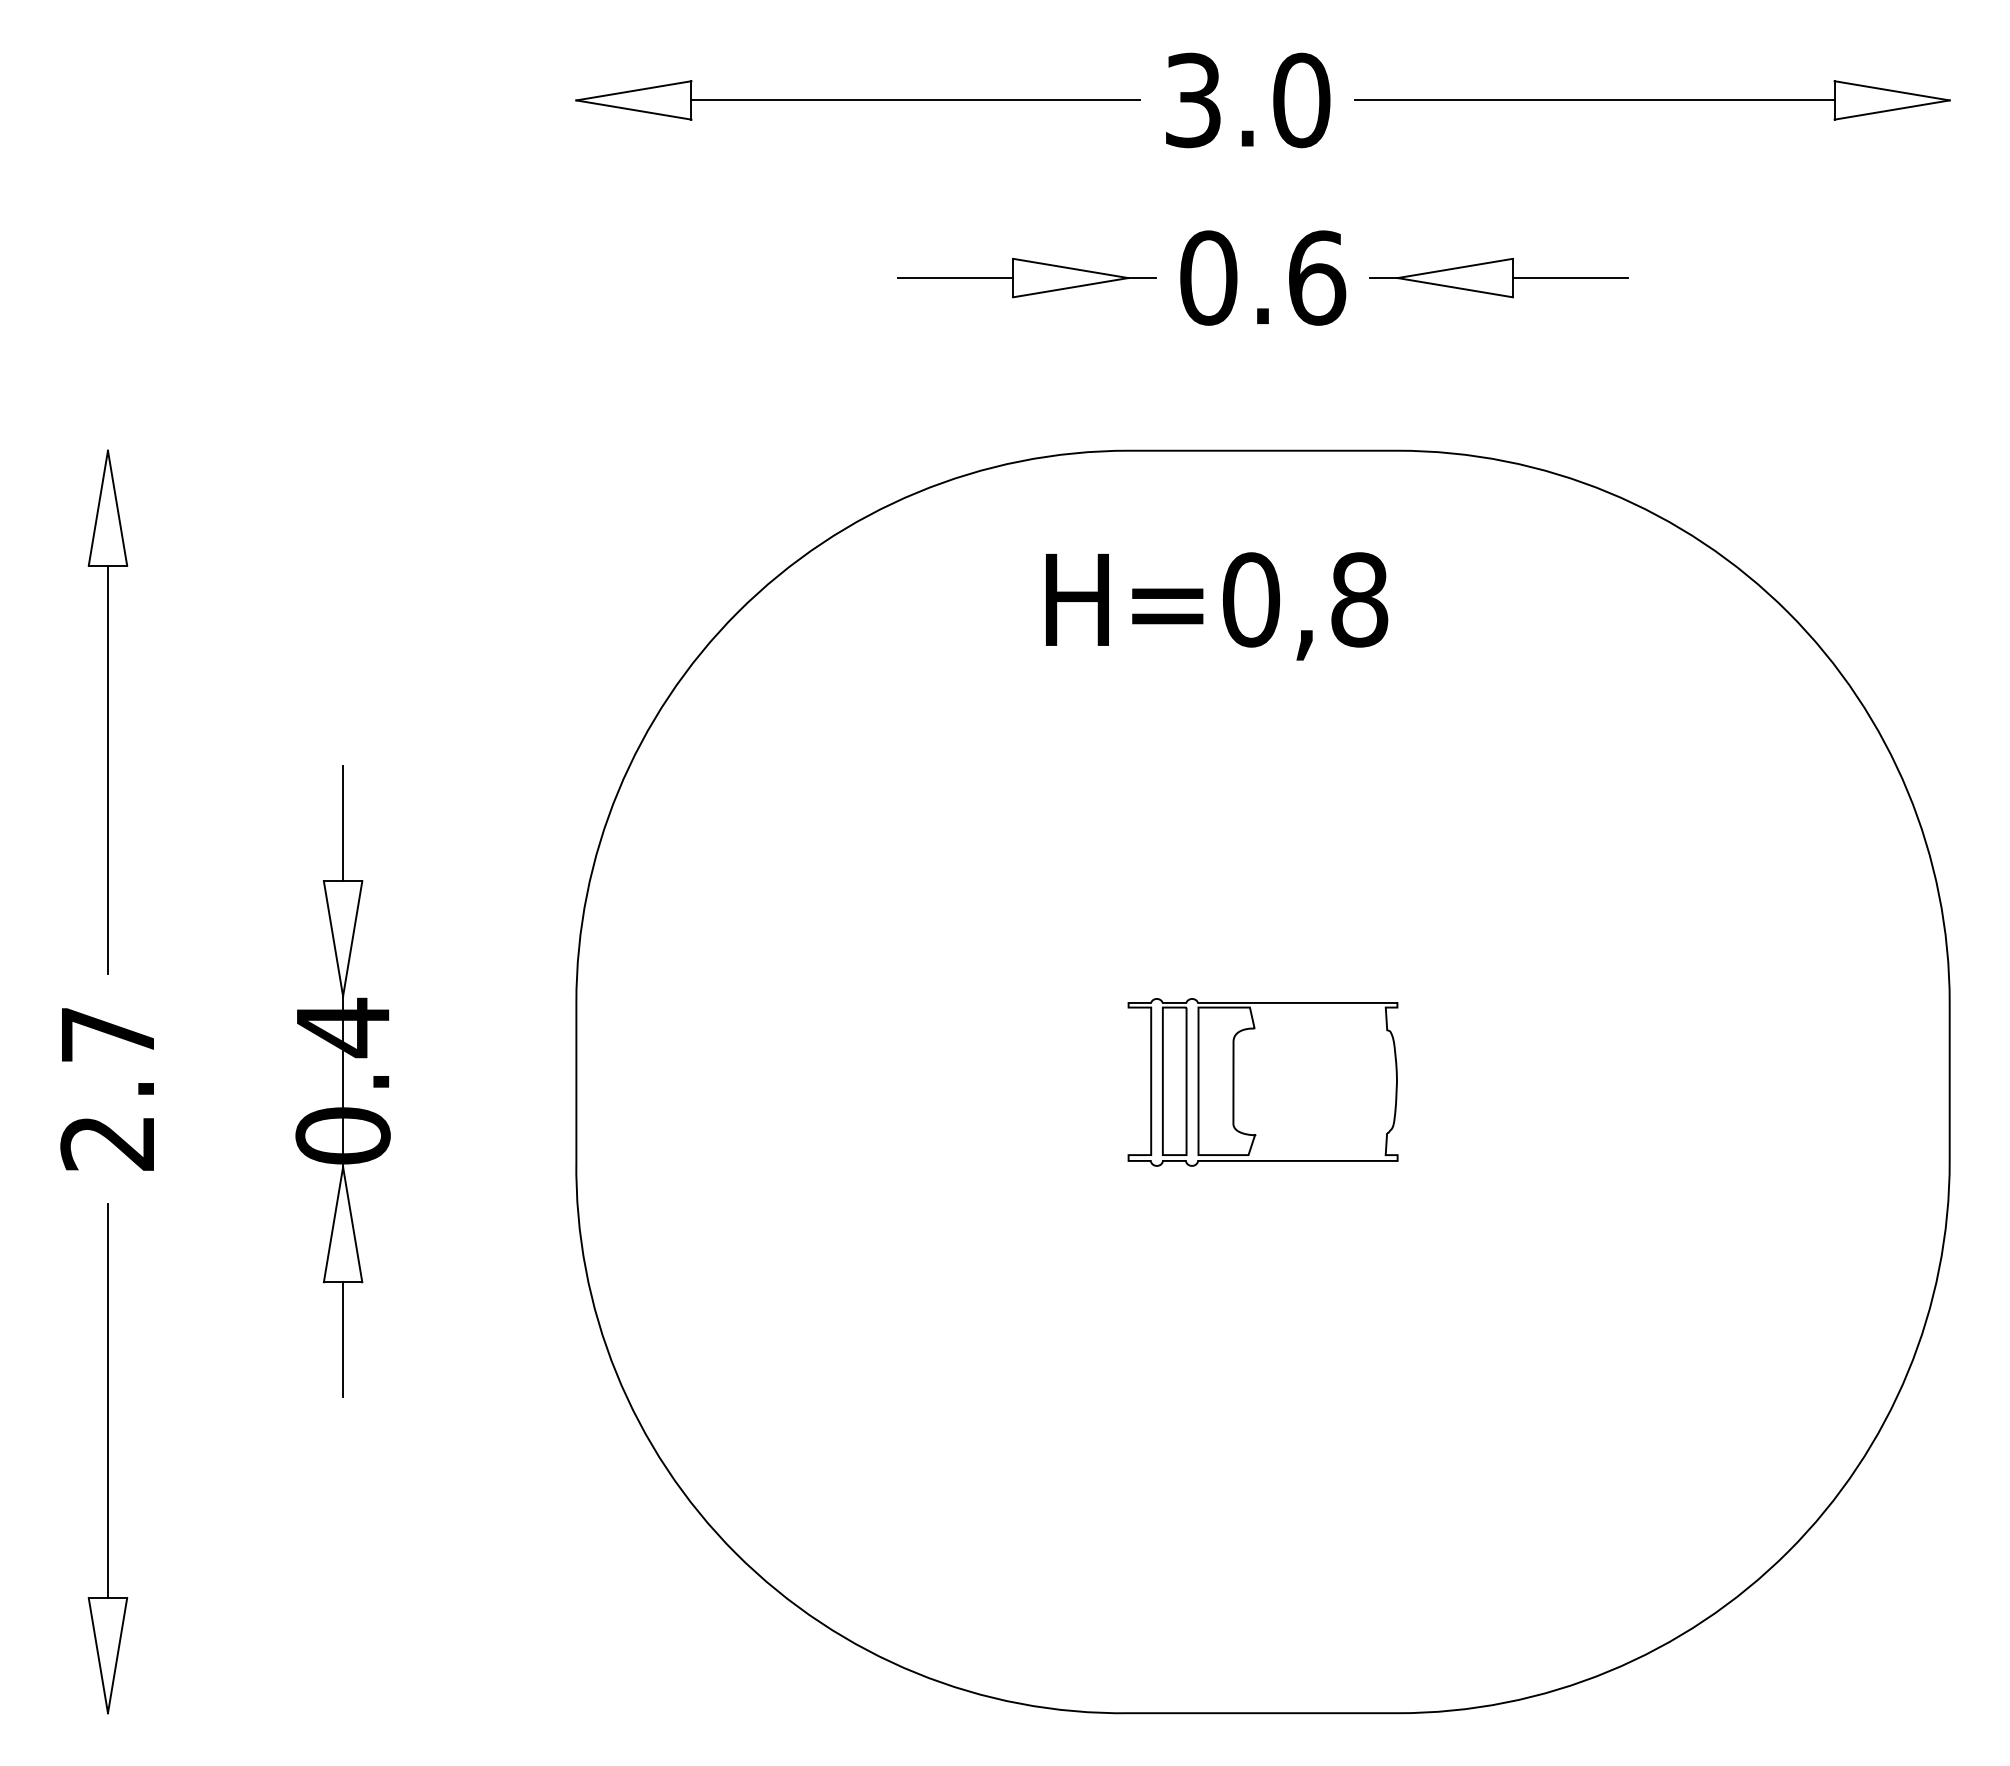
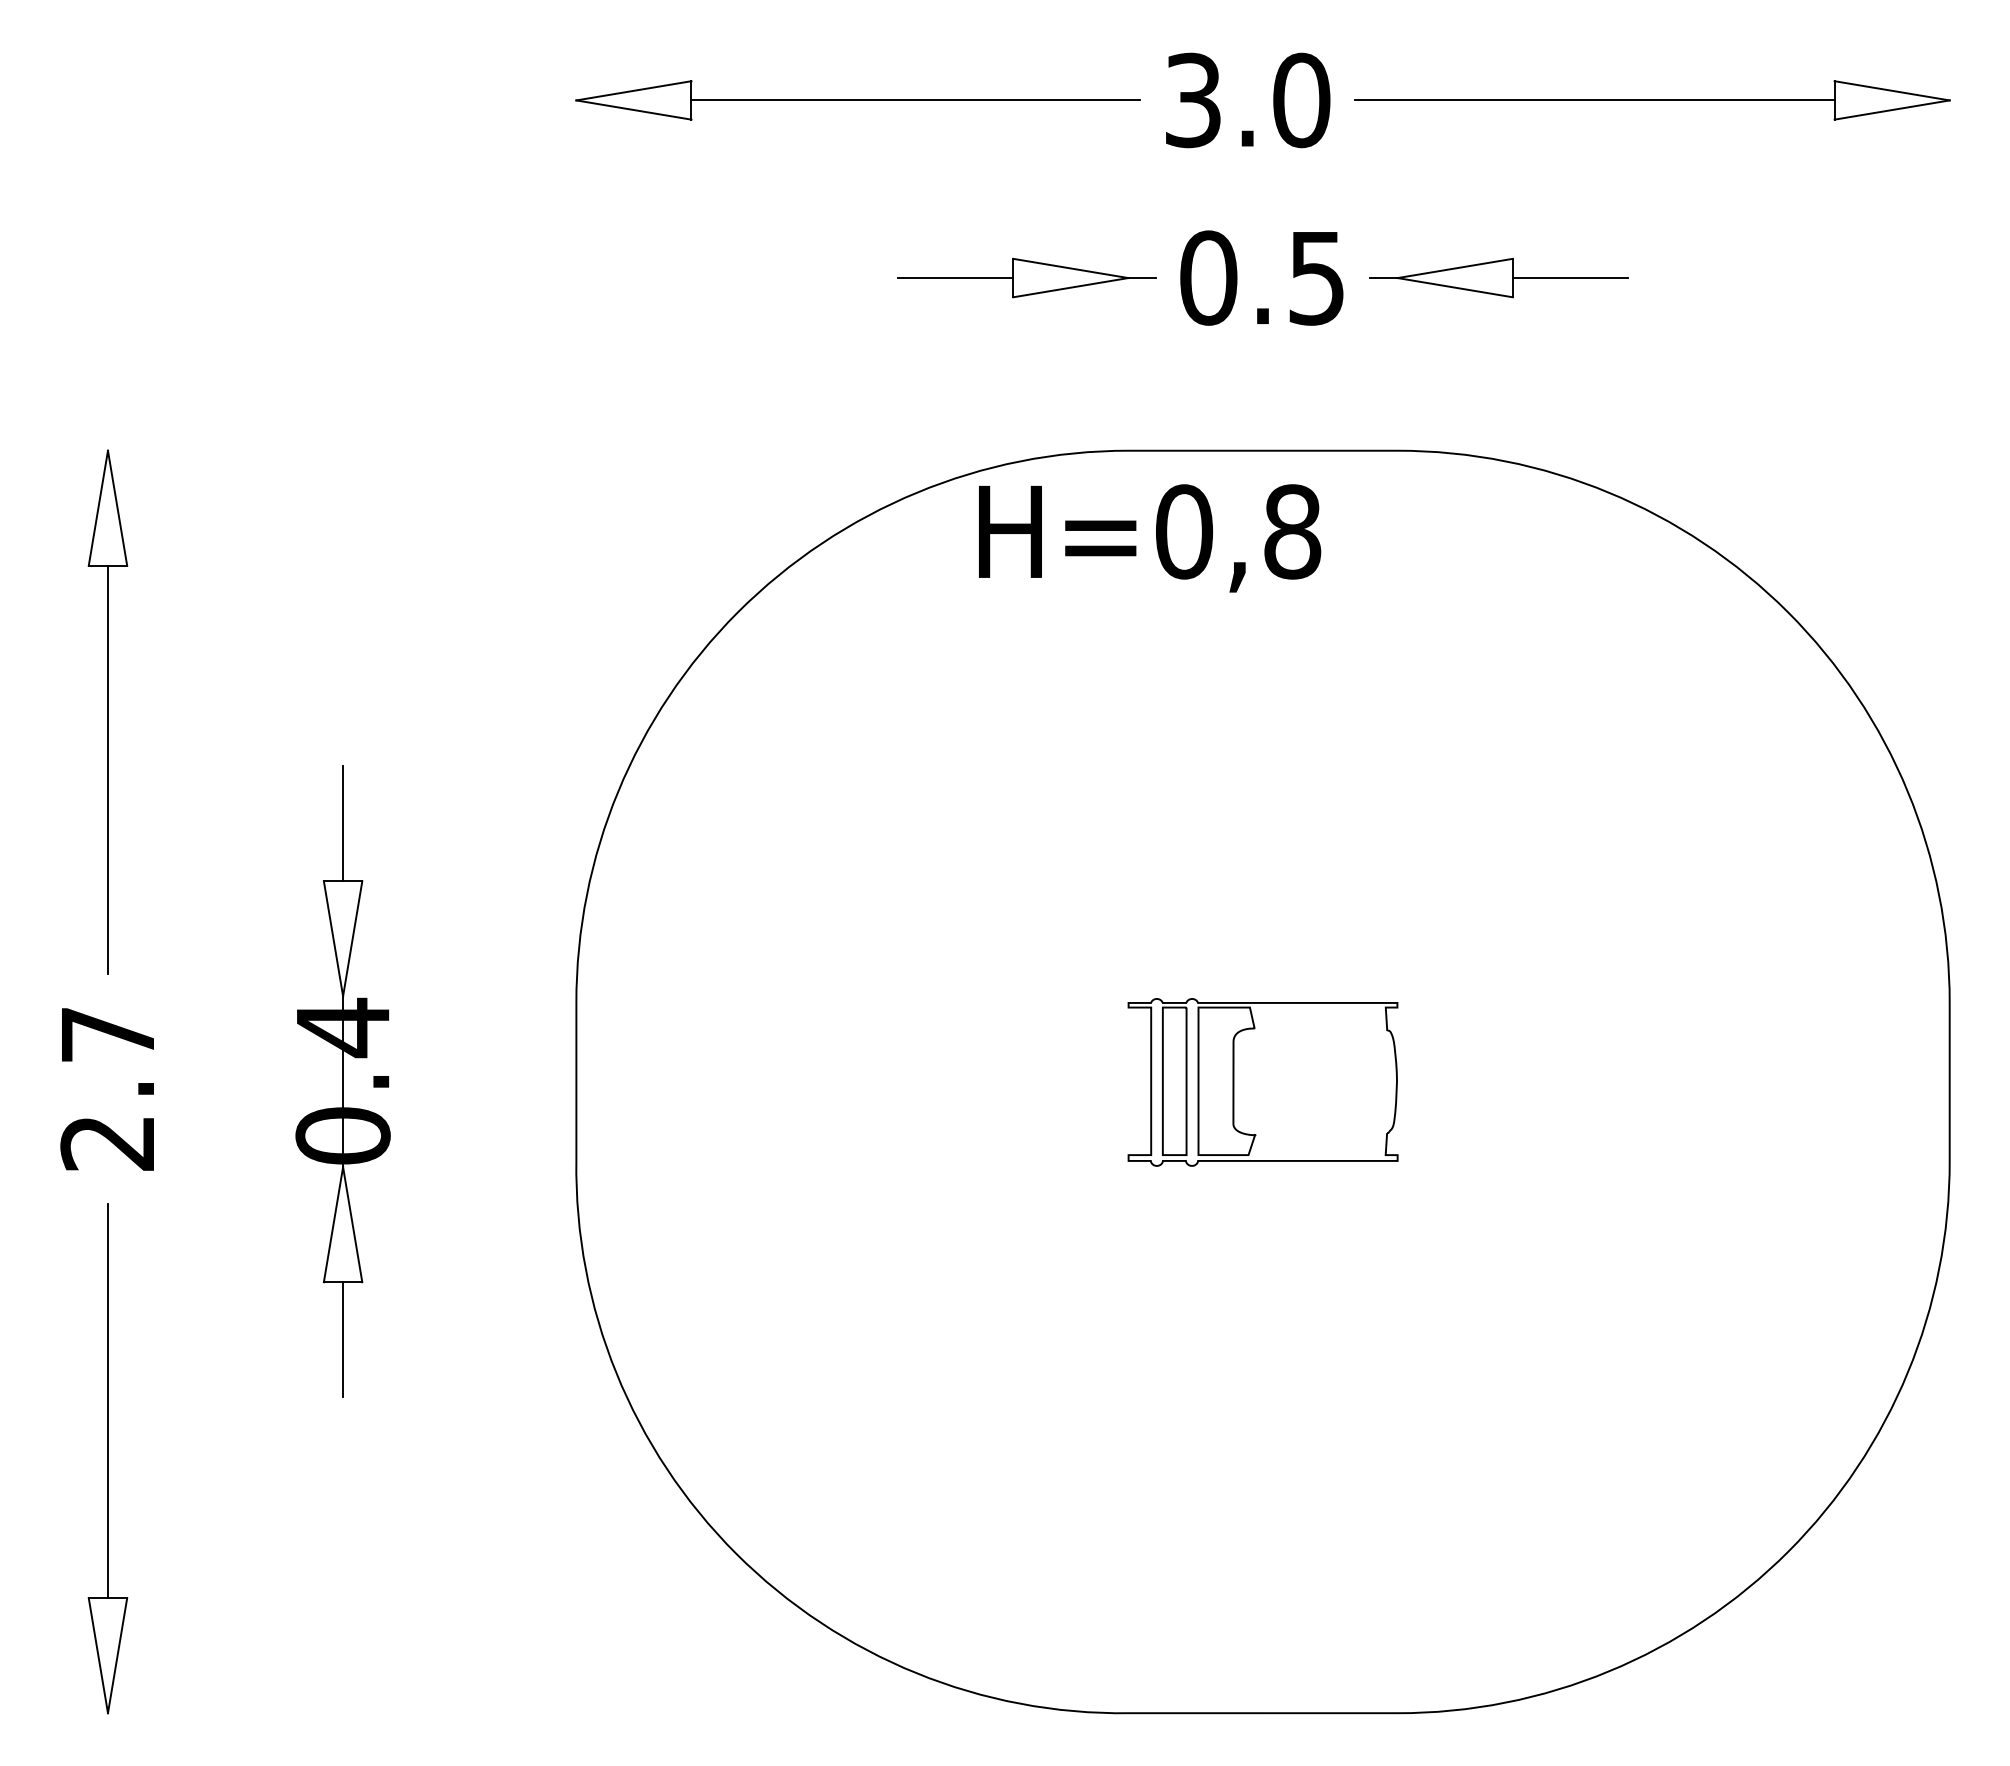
text at (1317, 277): 0.6 -> 0.5
text at (1217, 606) position: (1217, 606) -> (1150, 538)
